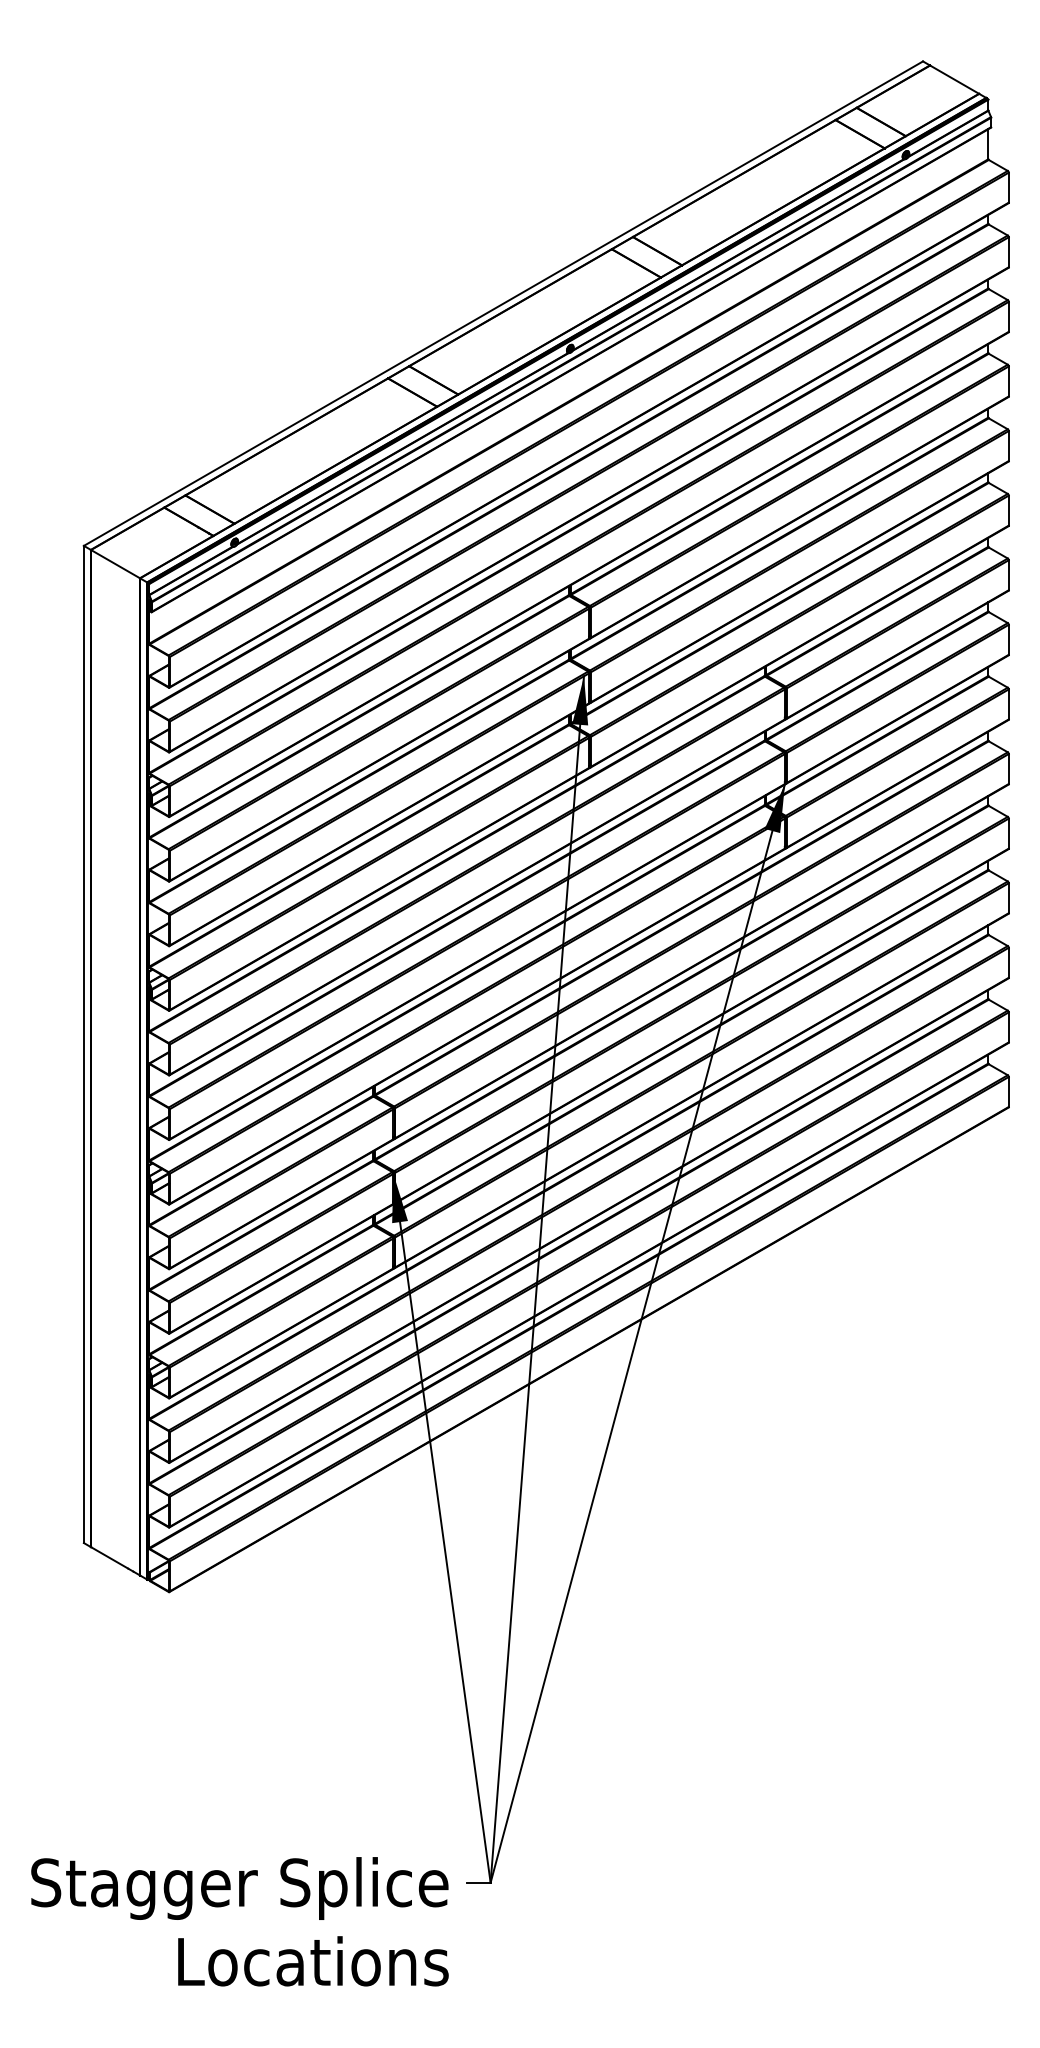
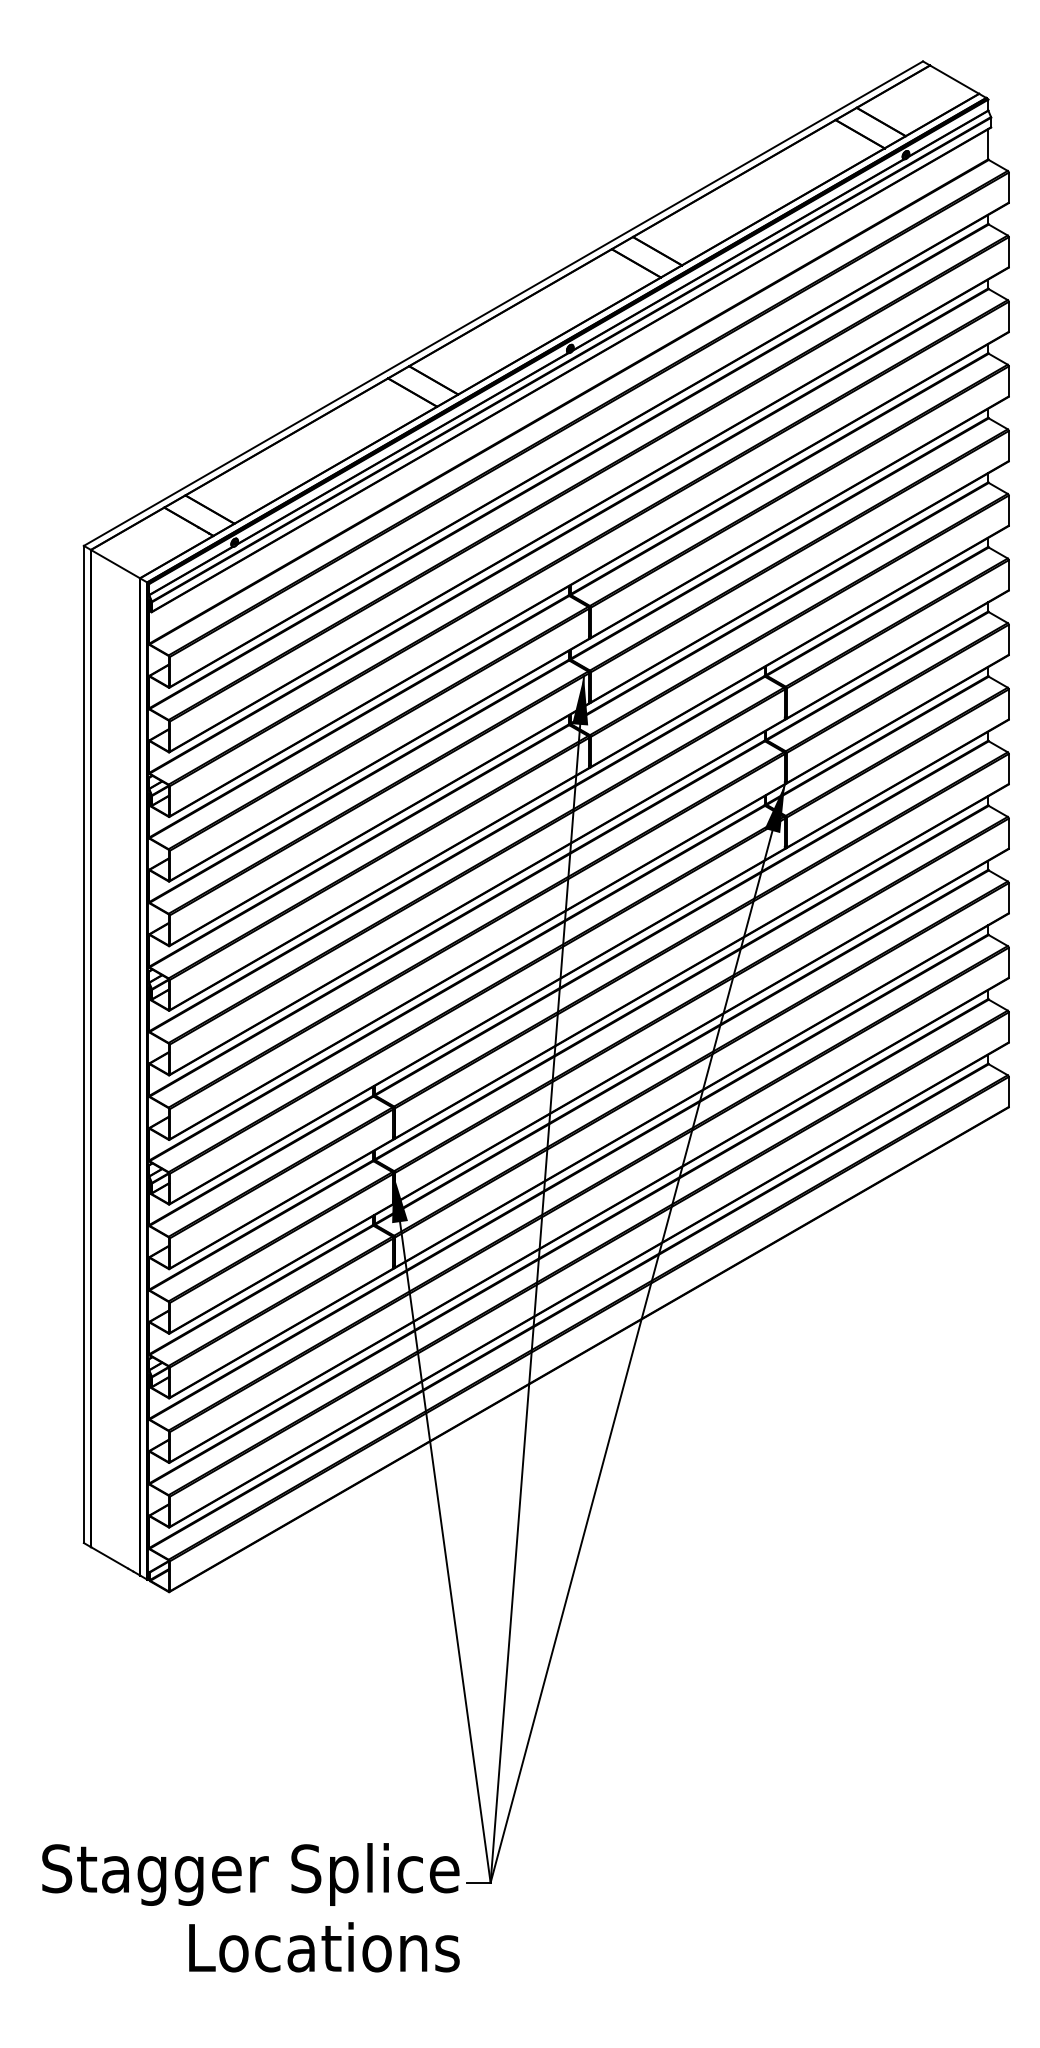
text at (239, 1921) position: (239, 1921) -> (250, 1907)
